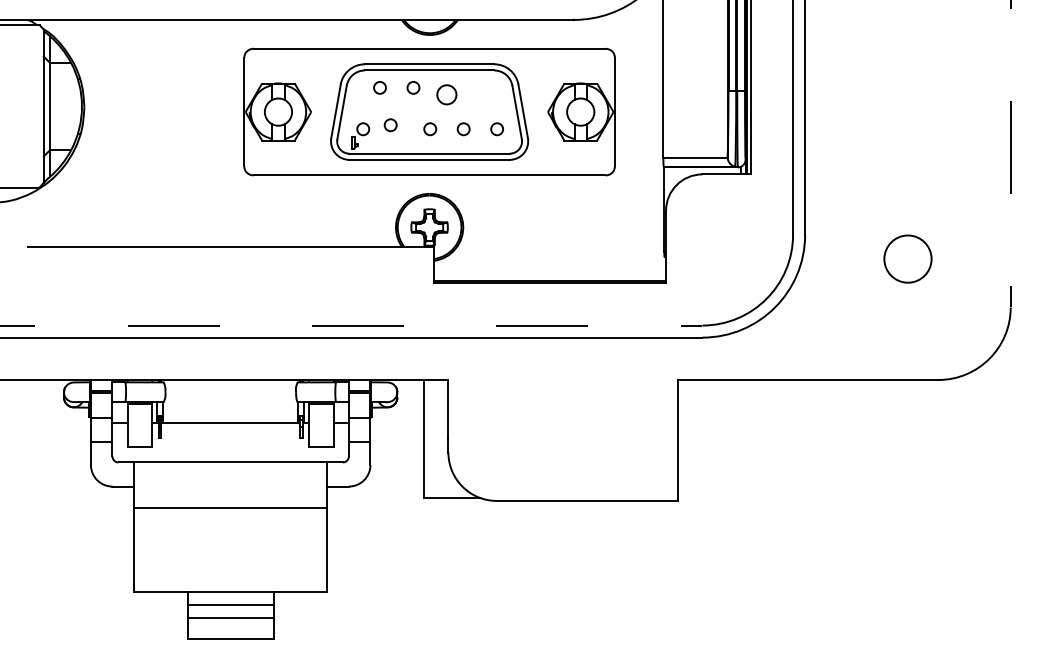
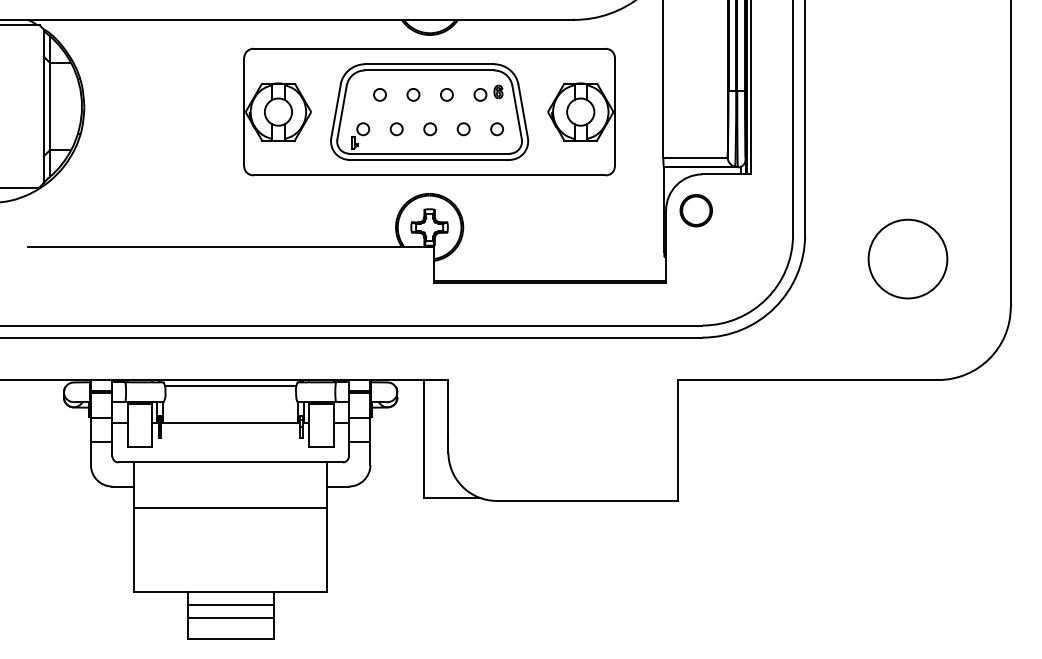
circle at (379, 87) position: (379, 87) -> (379, 94)
circle at (413, 87) position: (413, 87) -> (413, 94)
part at (488, 92): none -> present
circle at (446, 94) size: 22x22 px -> 14x14 px
circle at (390, 125) position: (390, 125) -> (396, 129)
line at (1010, 154): dashed -> solid
part at (695, 210): none -> present
circle at (907, 258) diameter: 47 px -> 79 px
line at (351, 325): dashed -> solid
line at (230, 385): none -> present
